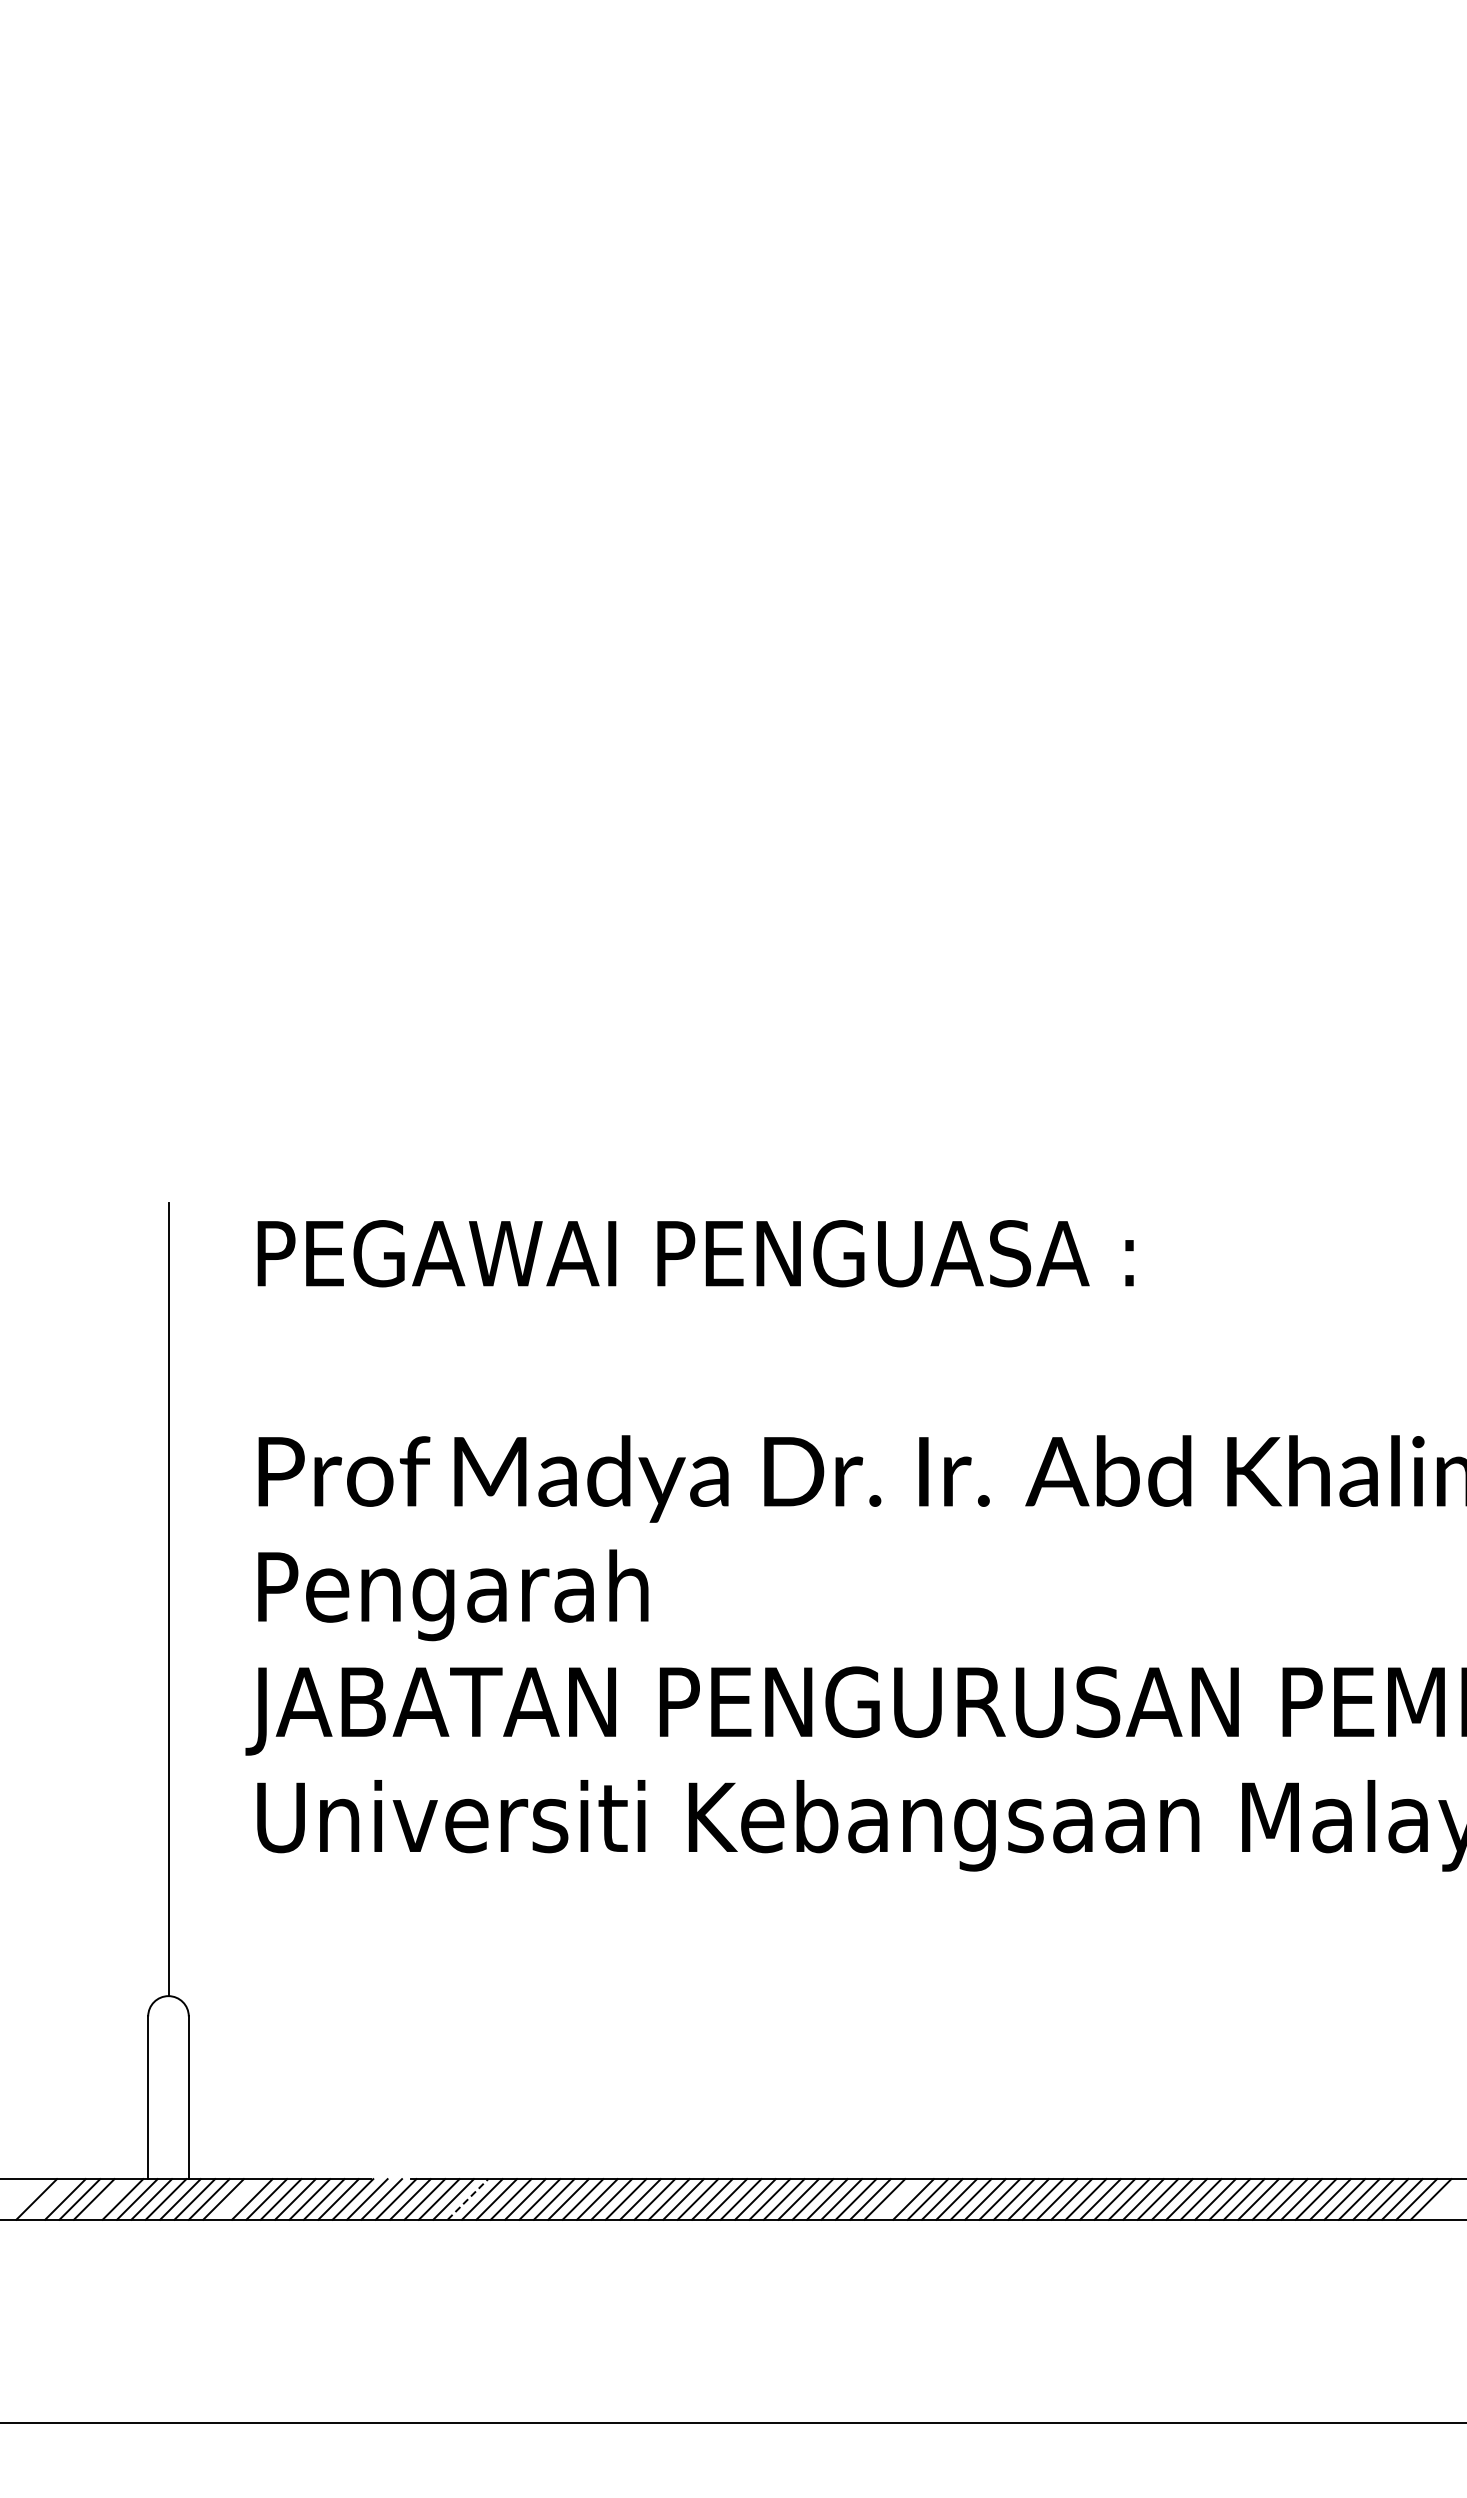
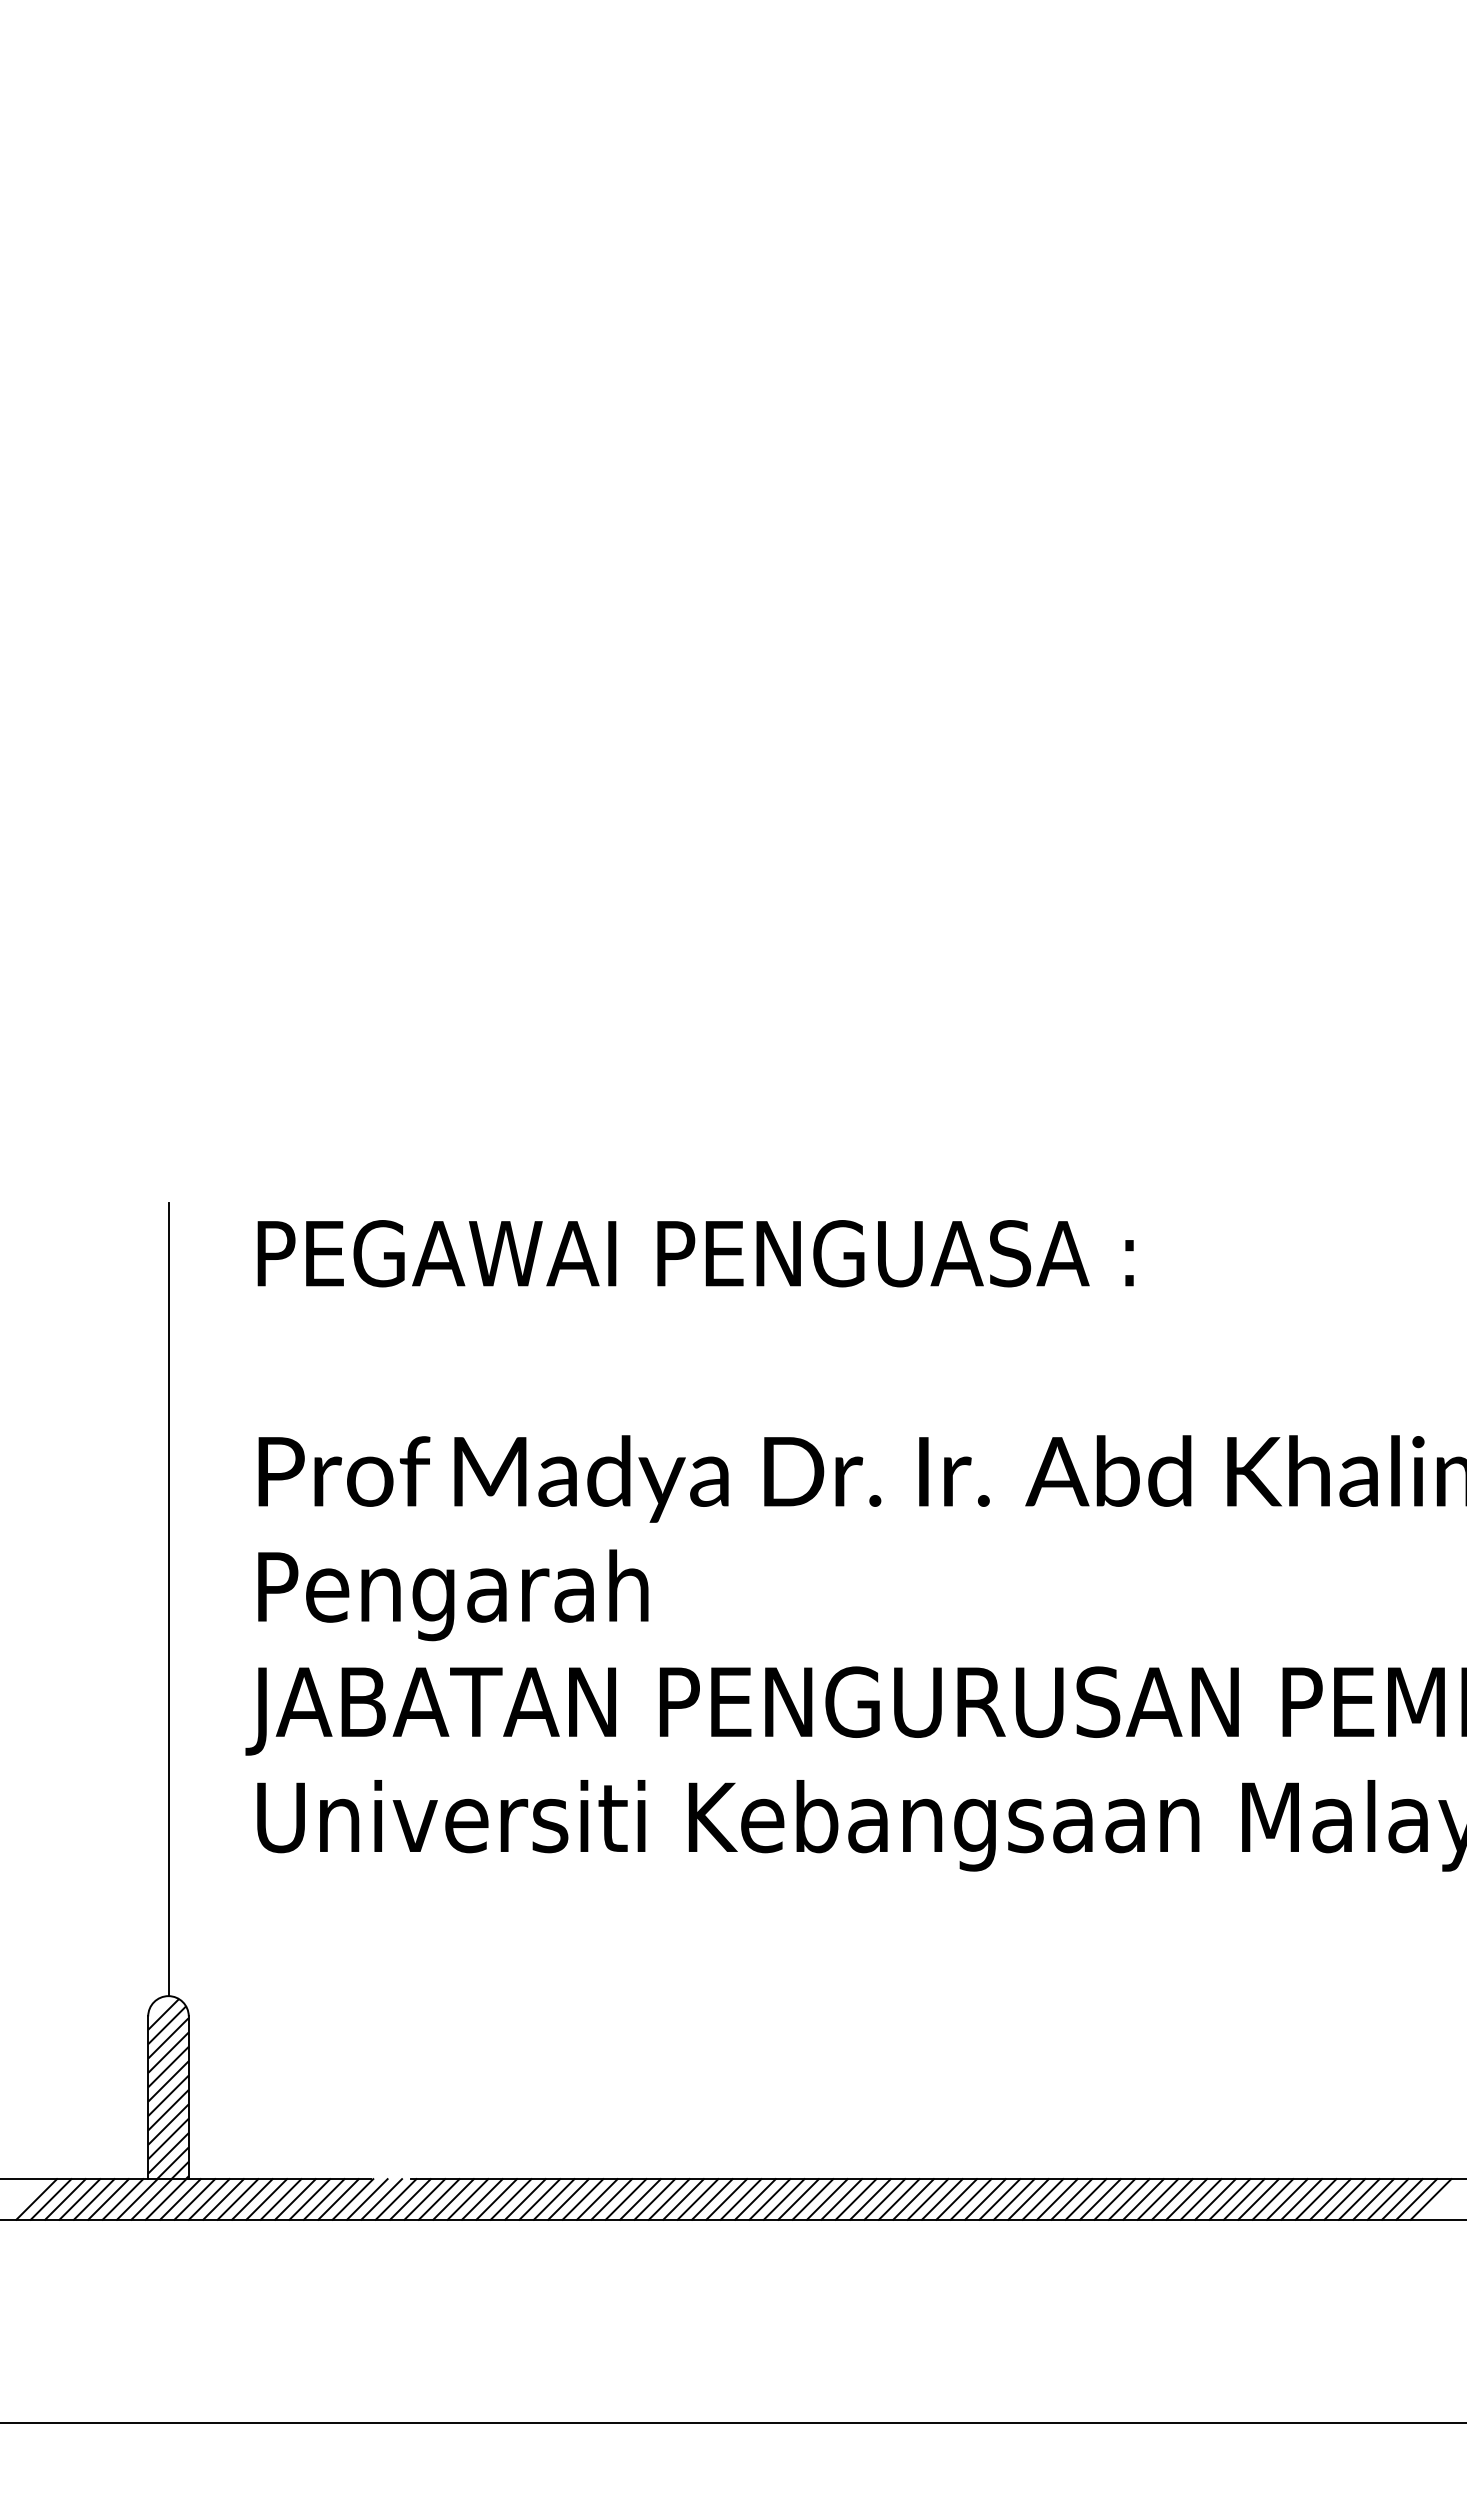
hatch at (168, 2089): none -> present
line at (50, 2199): none -> present
line at (108, 2199): none -> present
line at (237, 2199): none -> present
line at (467, 2199): dashed -> solid
line at (898, 2199): none -> present
